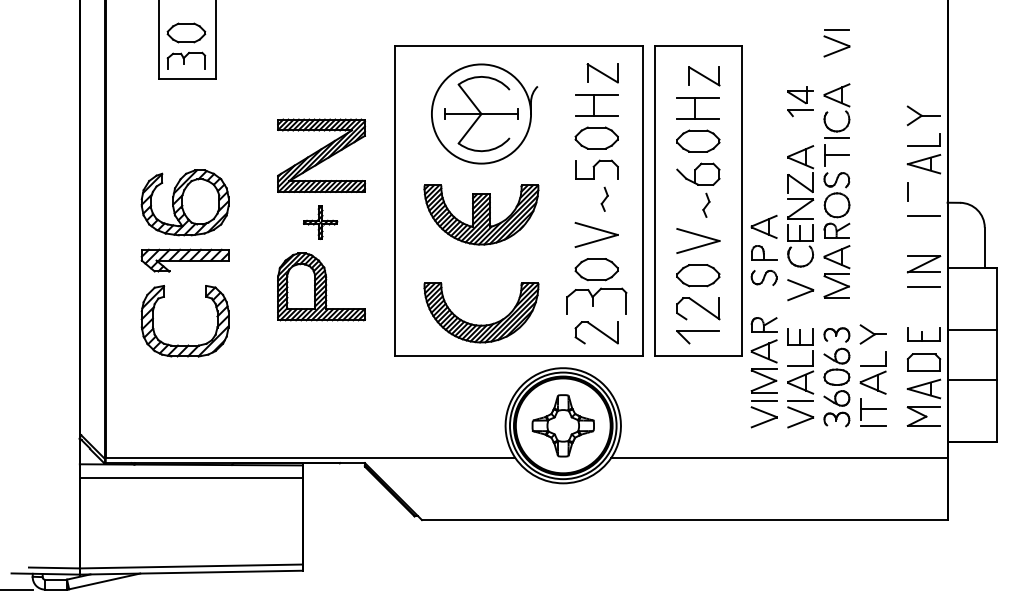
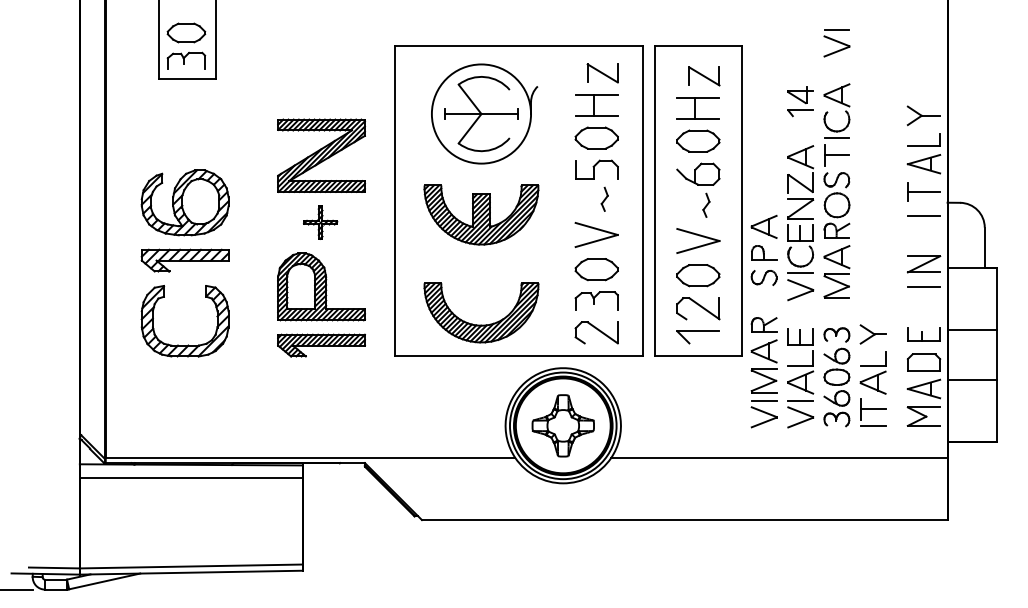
line at (923, 191): none -> present
line at (800, 273): none -> present
part at (596, 300) size: 62x28 px -> 45x20 px
part at (321, 345): none -> present
